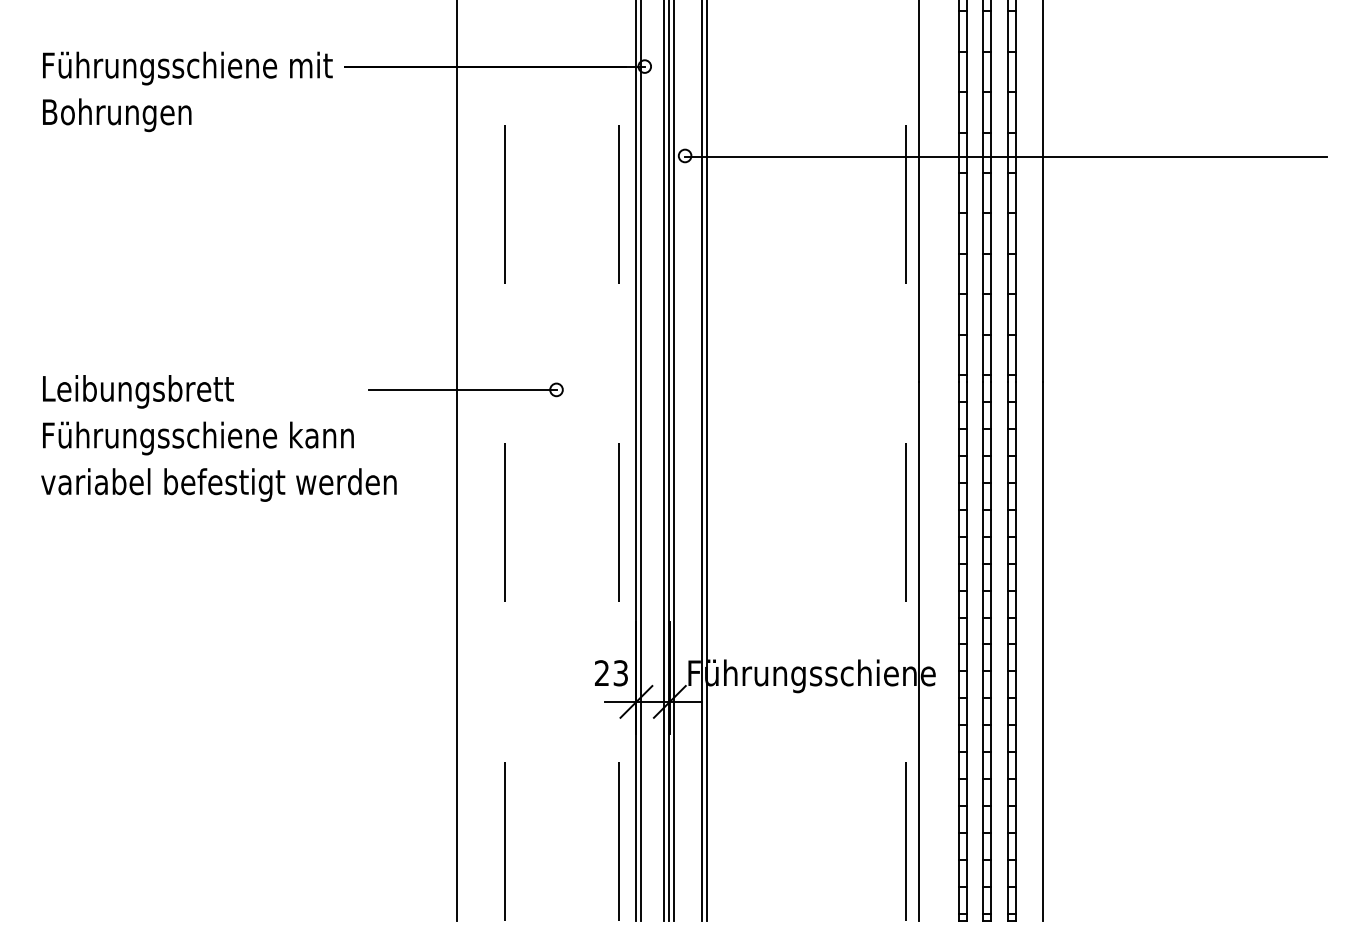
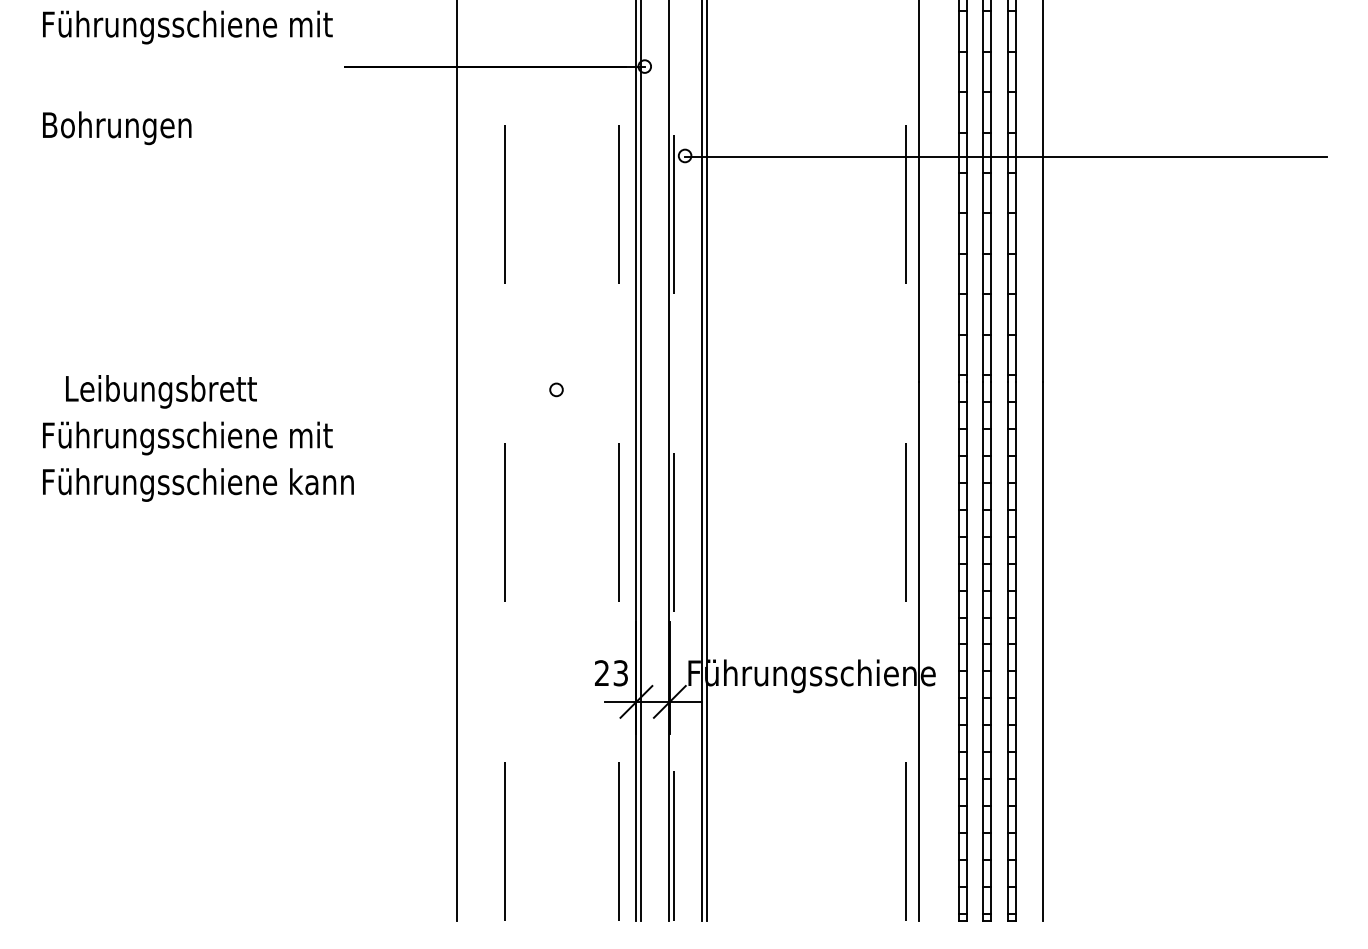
text at (187, 68) position: (187, 68) -> (187, 27)
text at (117, 115) position: (117, 115) -> (117, 128)
line at (462, 389): present -> none
text at (138, 391) position: (138, 391) -> (161, 391)
text at (321, 434): Führungsschiene kann -> Führungsschiene mit
line at (673, 460): solid -> dashed
line at (664, 461): present -> none
text at (218, 484): variabel befestigt werden -> Führungsschiene kann
